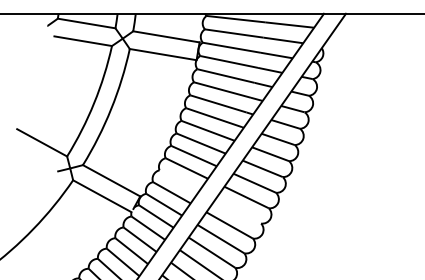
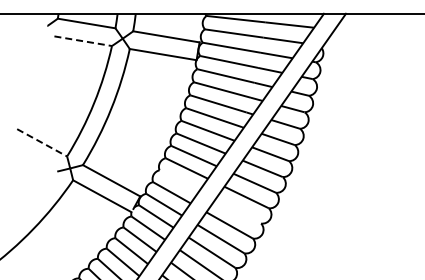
line at (83, 41): solid -> dashed
line at (42, 143): solid -> dashed
